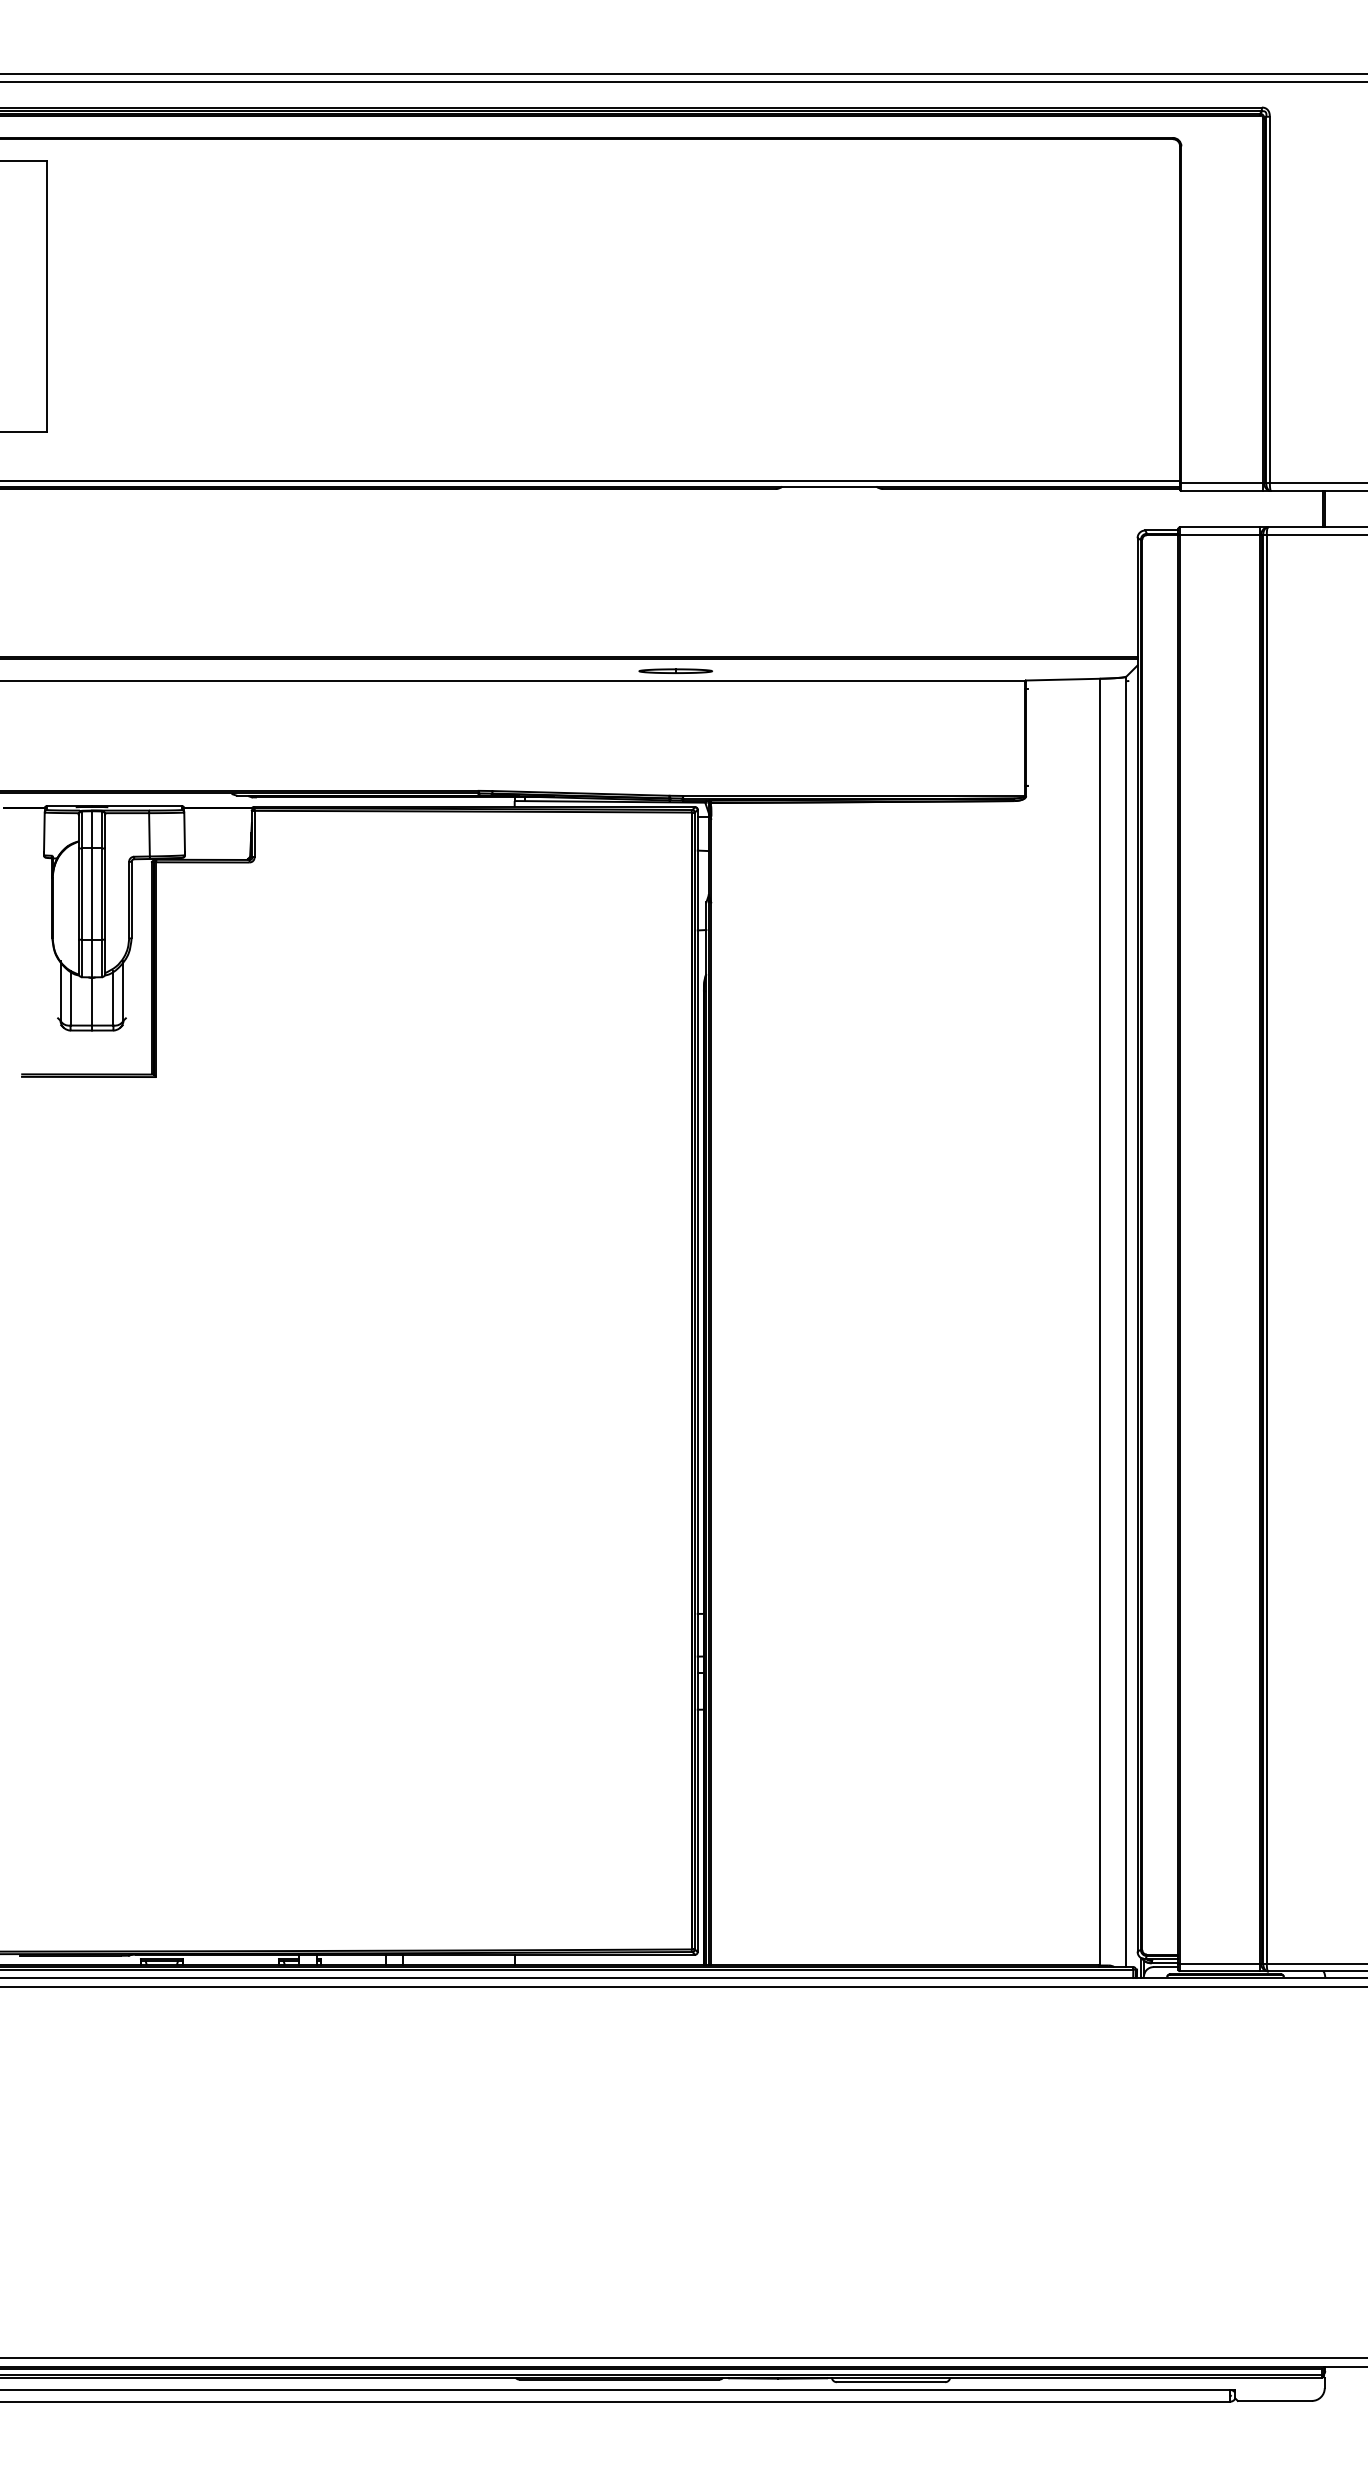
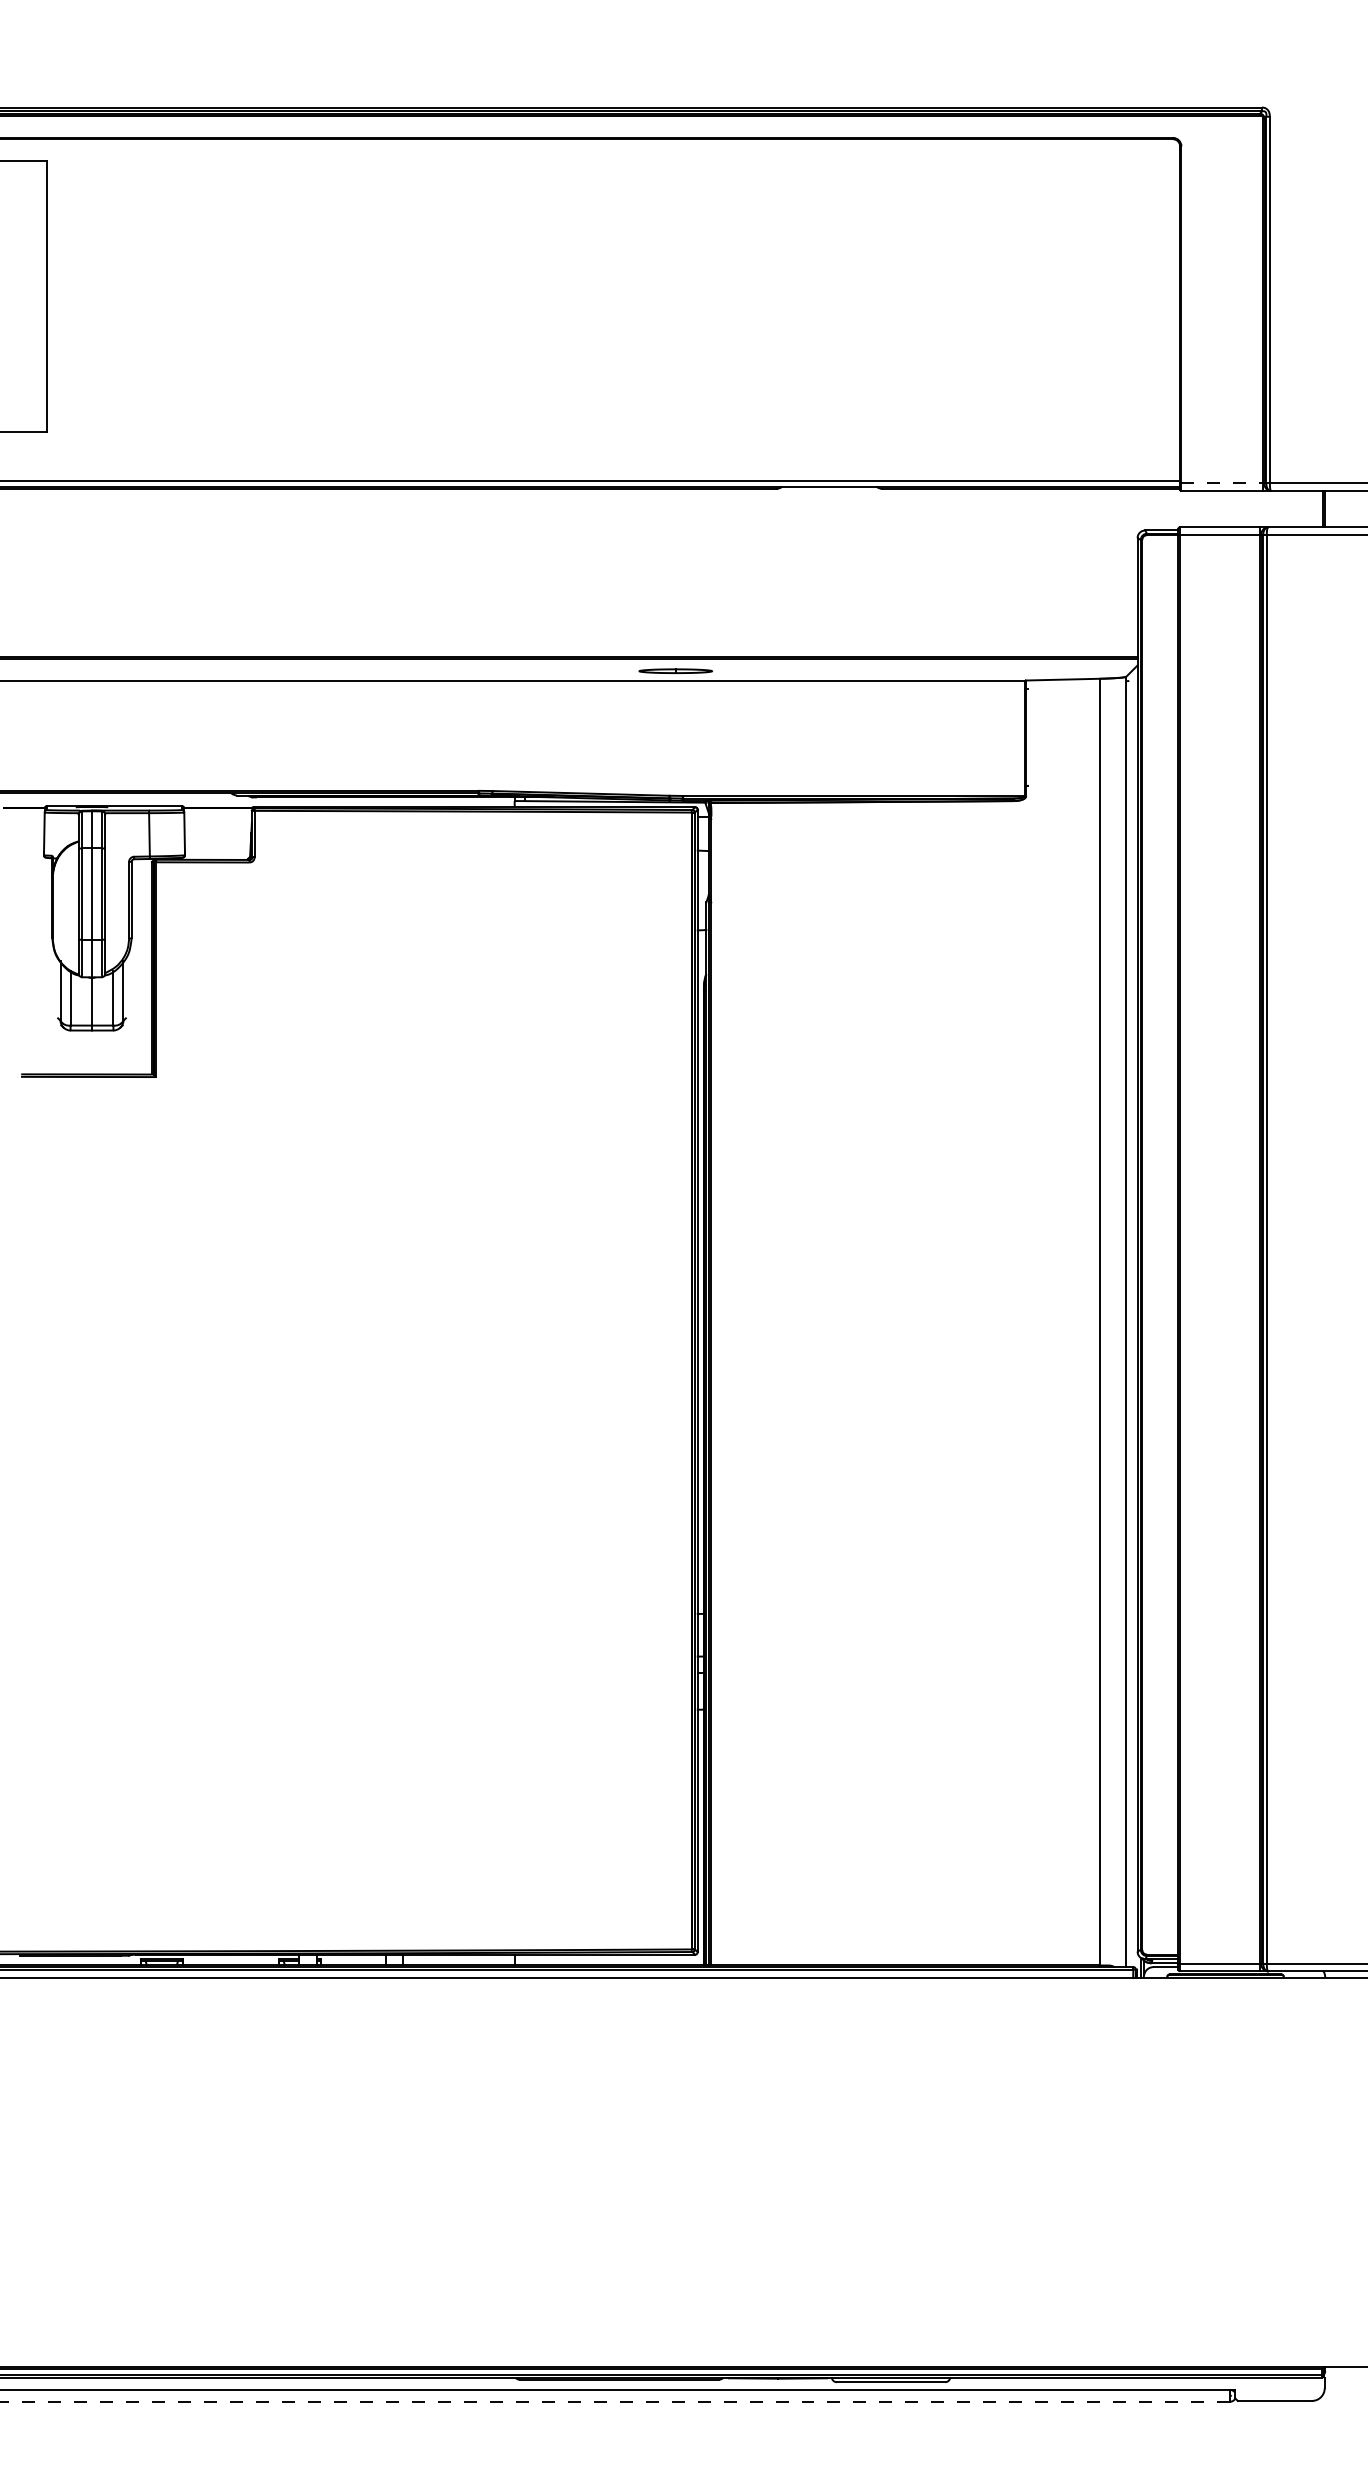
line at (683, 74): present -> none
line at (683, 82): present -> none
line at (1222, 483): solid -> dashed
line at (683, 1987): present -> none
line at (683, 2358): present -> none
line at (615, 2401): solid -> dashed
